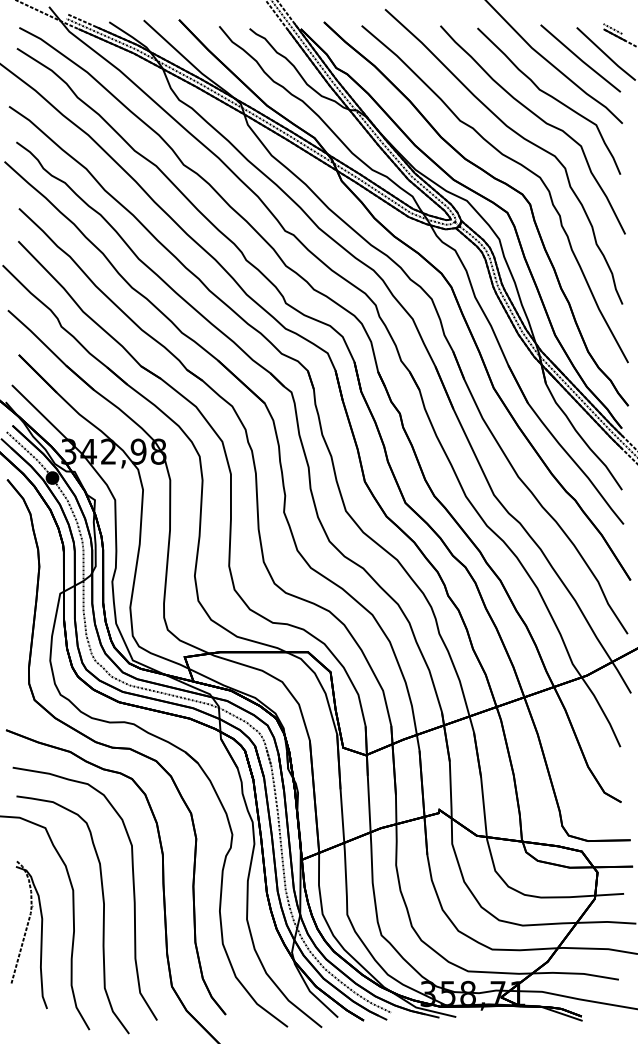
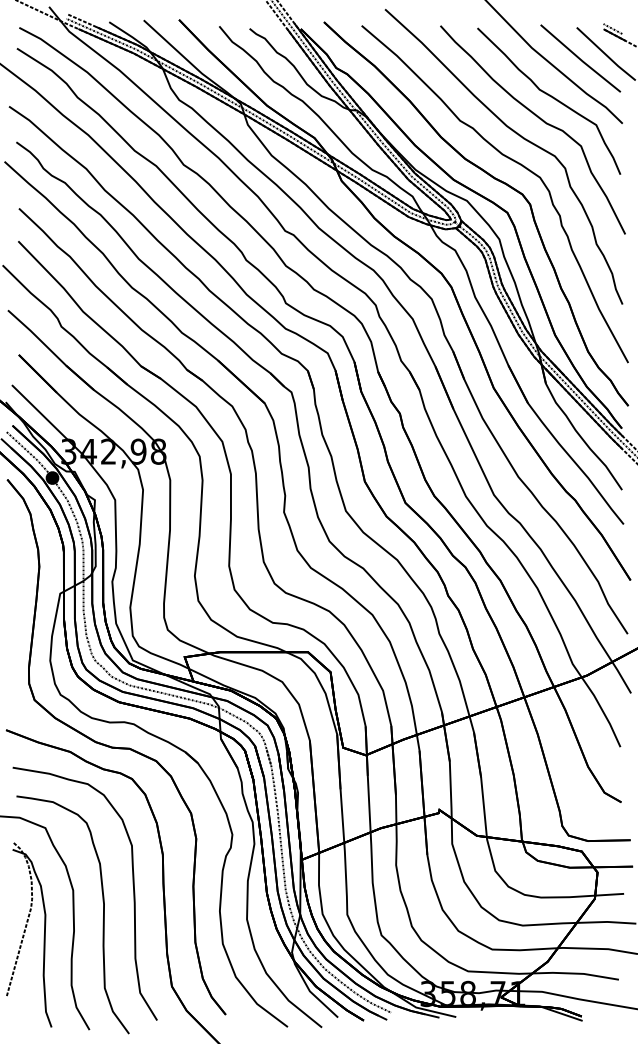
part at (28, 935) size: 38x149 px -> 47x186 px
